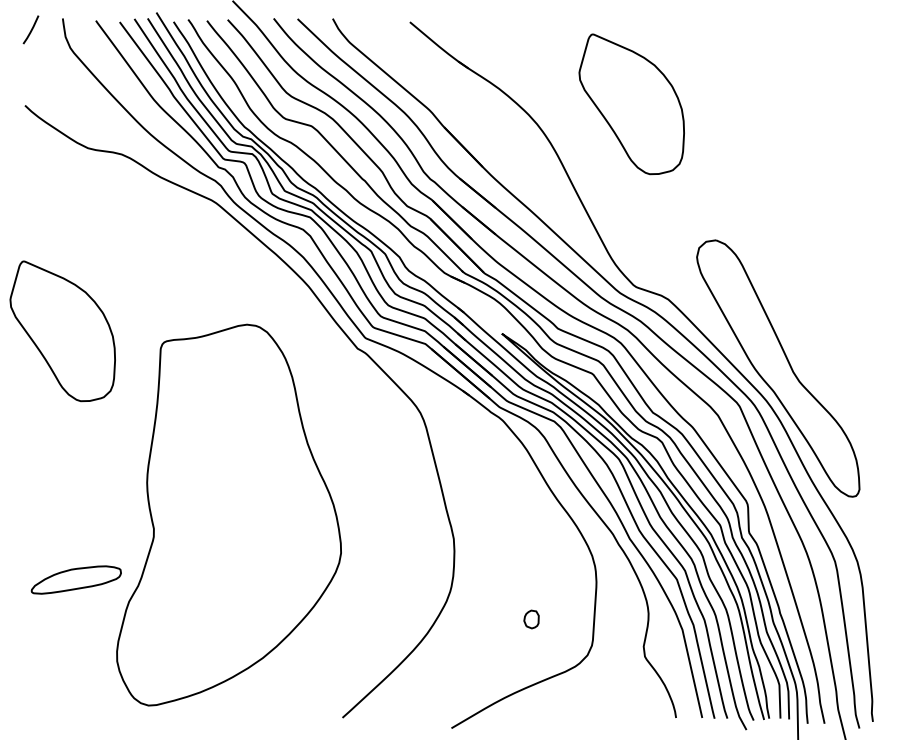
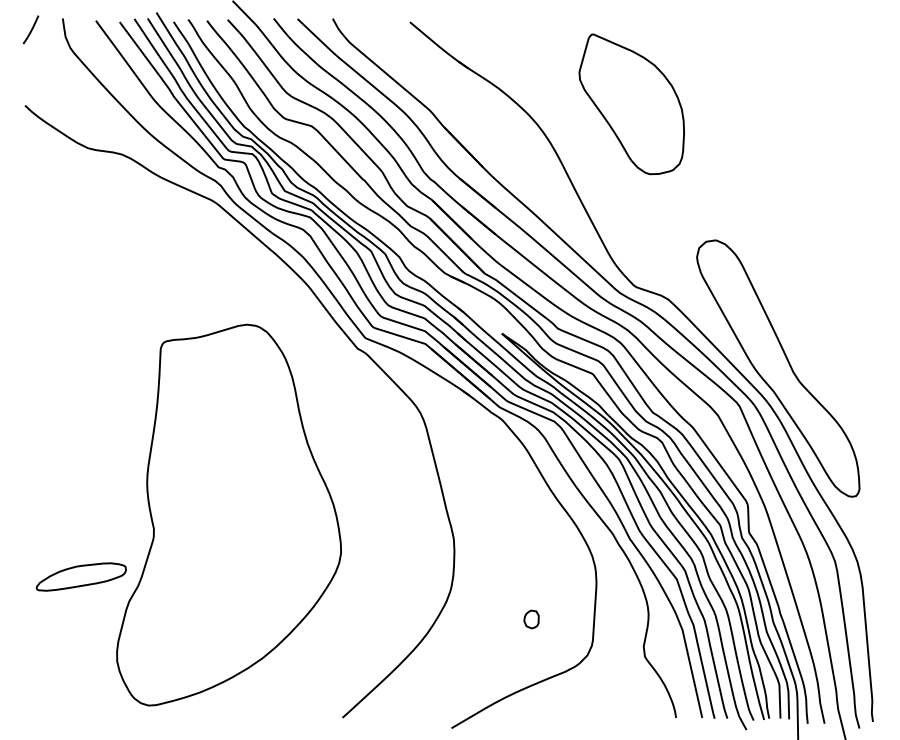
part at (62, 331): present -> none
part at (75, 579) position: (75, 579) -> (80, 576)
